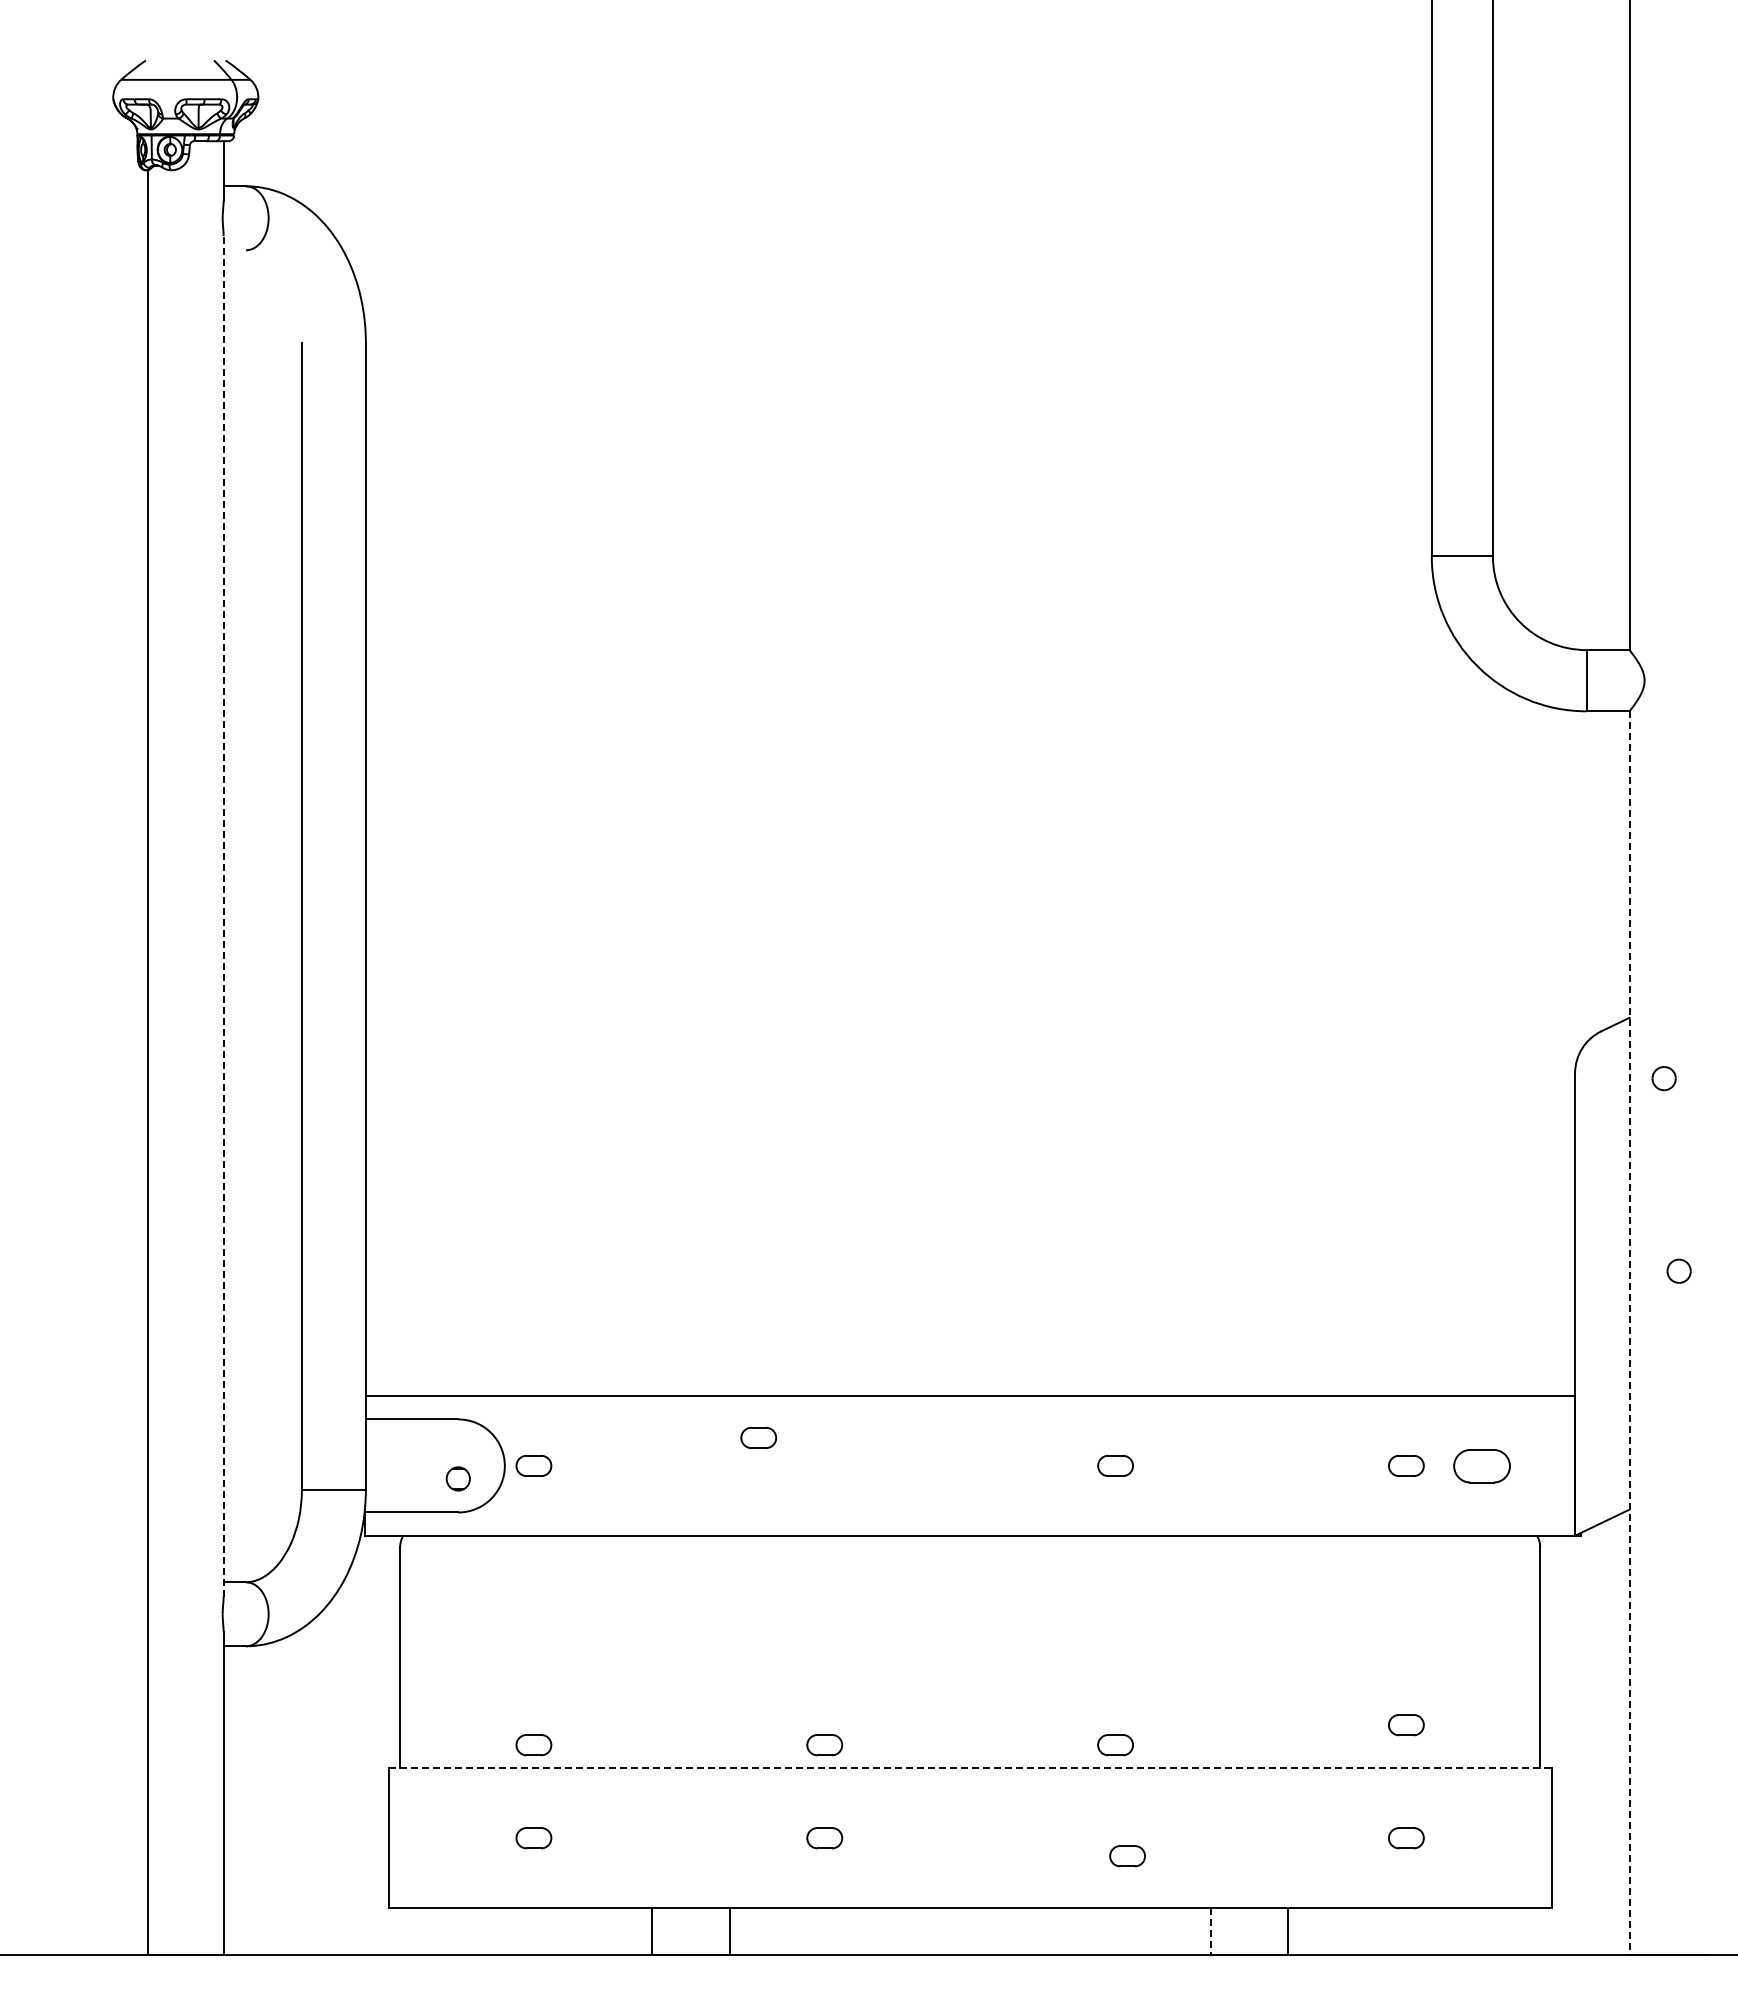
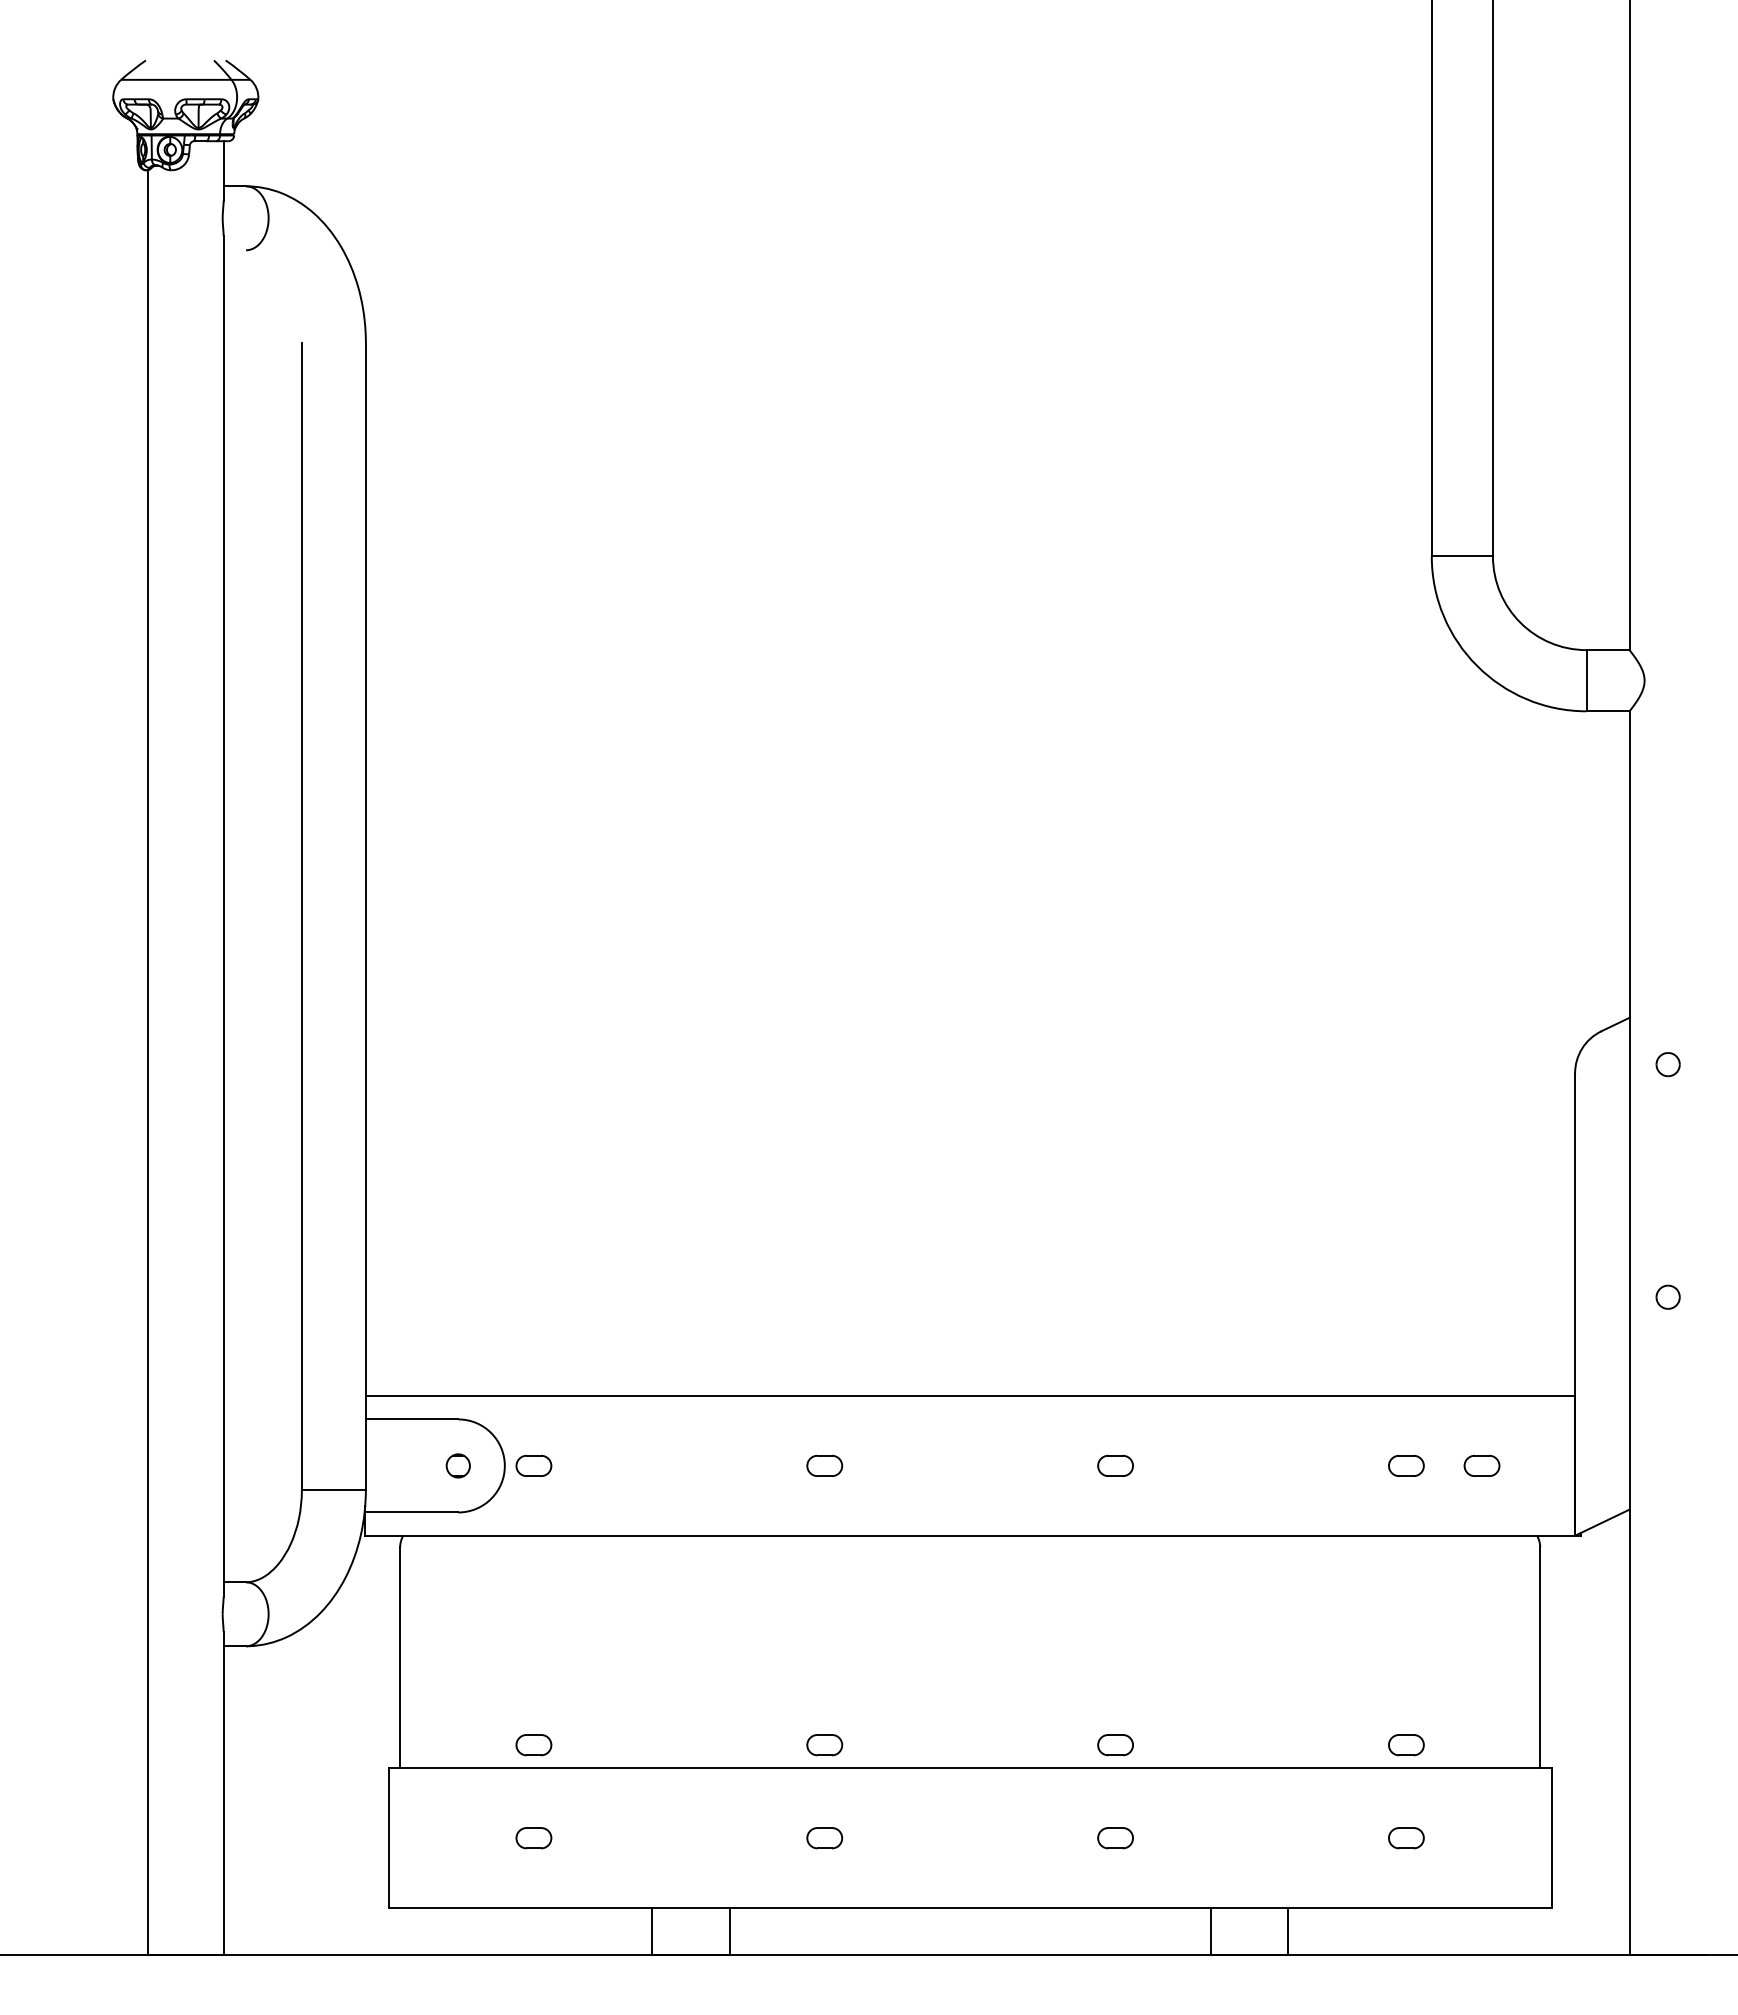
line at (223, 915): dashed -> solid
part at (1663, 1078) position: (1663, 1078) -> (1667, 1064)
part at (1678, 1270) position: (1678, 1270) -> (1667, 1296)
line at (1629, 1332): dashed -> solid
part at (758, 1437) position: (758, 1437) -> (824, 1465)
part at (1481, 1466) size: 58x35 px -> 38x23 px
circle at (457, 1478) position: (457, 1478) -> (457, 1465)
part at (1406, 1725) position: (1406, 1725) -> (1406, 1745)
line at (970, 1768): dashed -> solid
part at (1127, 1856) position: (1127, 1856) -> (1115, 1838)
line at (1210, 1931): dashed -> solid
